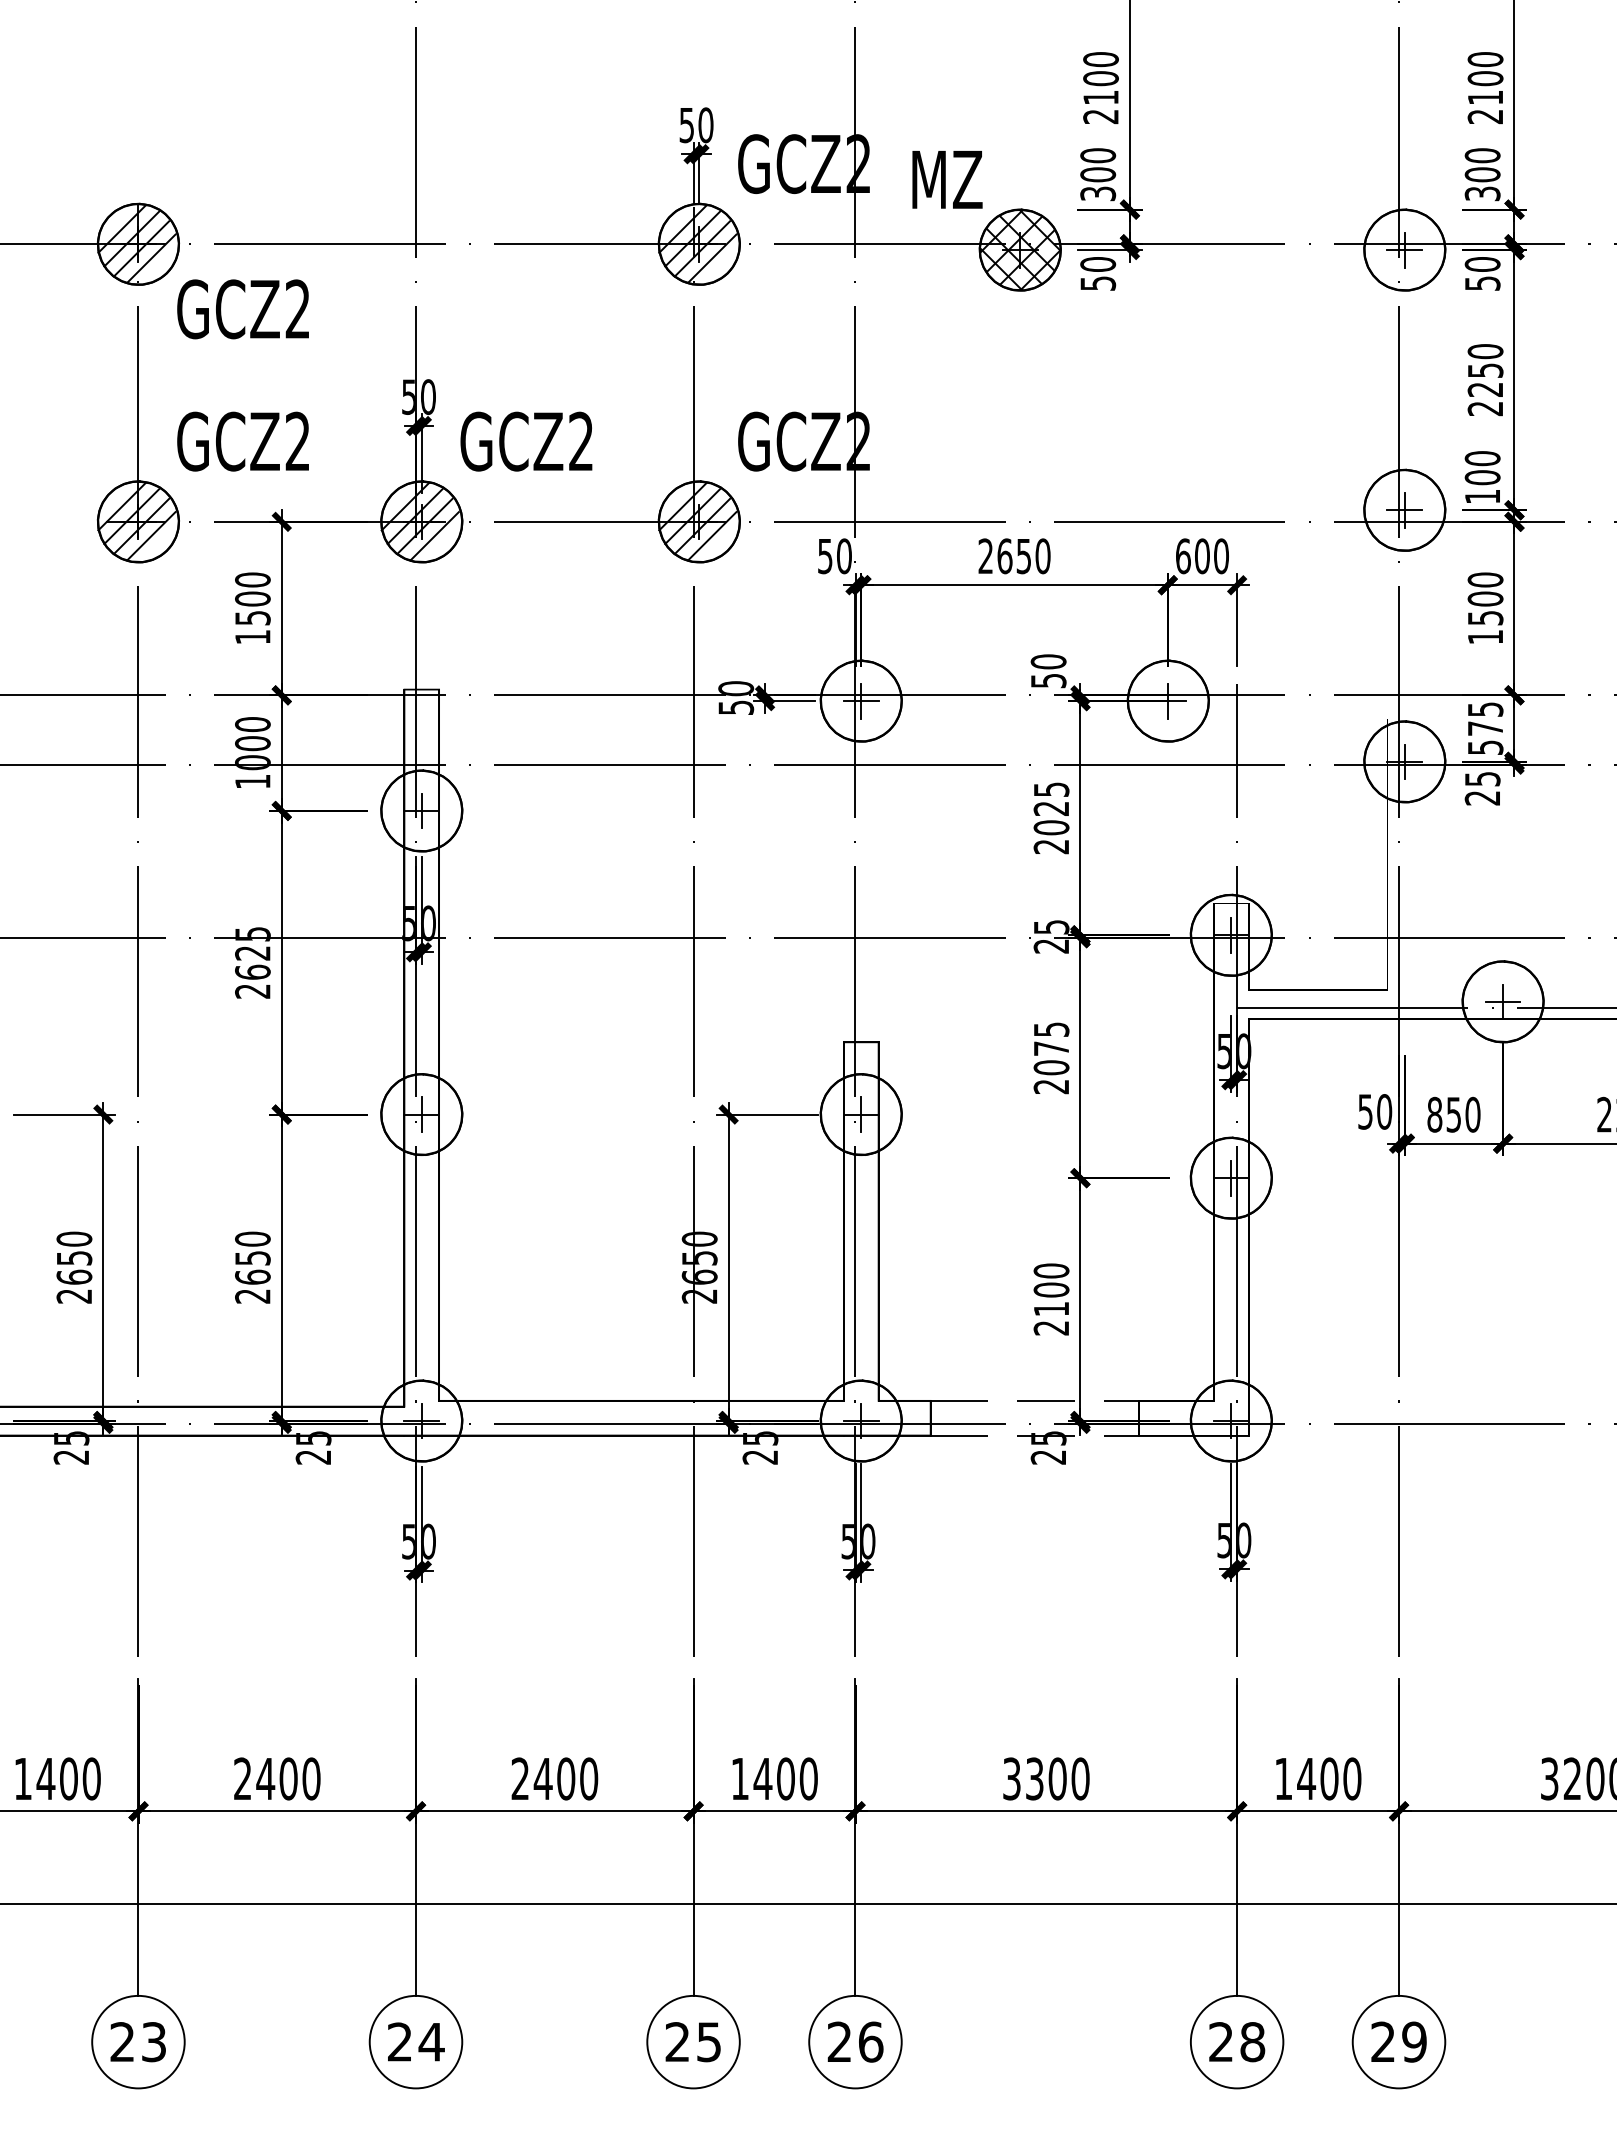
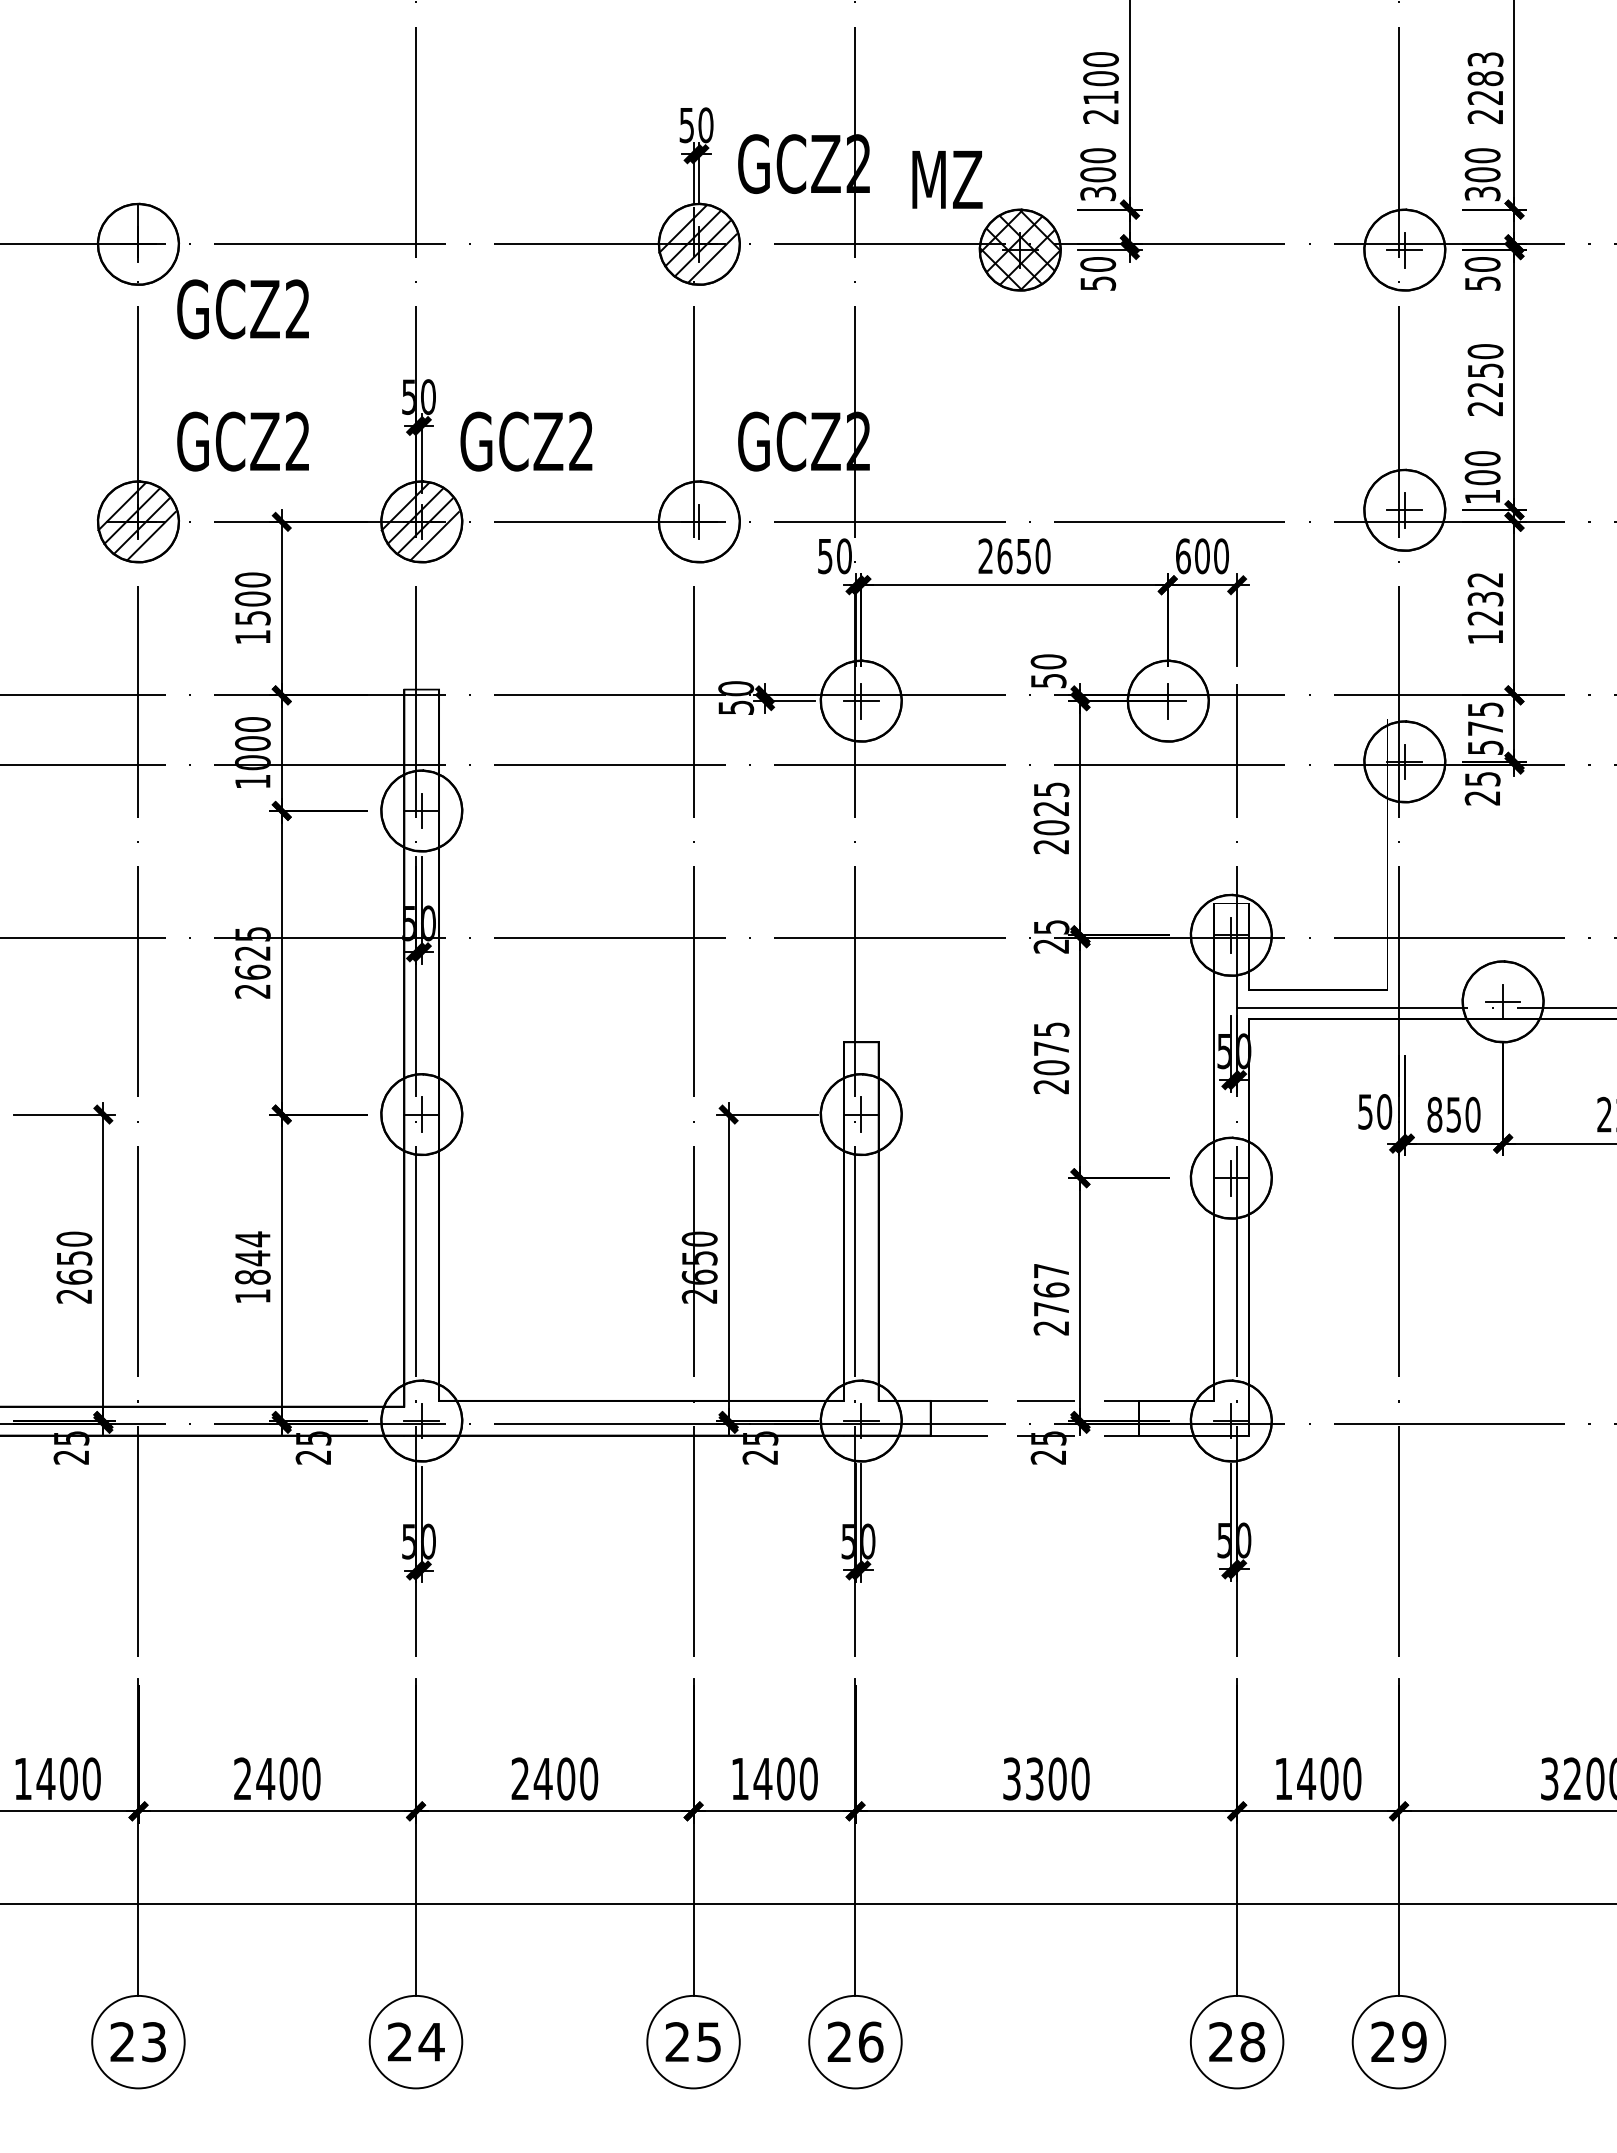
text at (1485, 78): 2100 -> 2283
hatch at (136, 243): present -> none
hatch at (697, 521): present -> none
text at (1485, 598): 1500 -> 1232
text at (252, 1267): 2650 -> 1844
text at (1051, 1289): 2100 -> 2767
